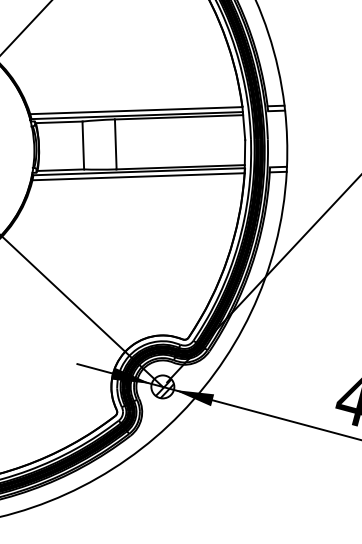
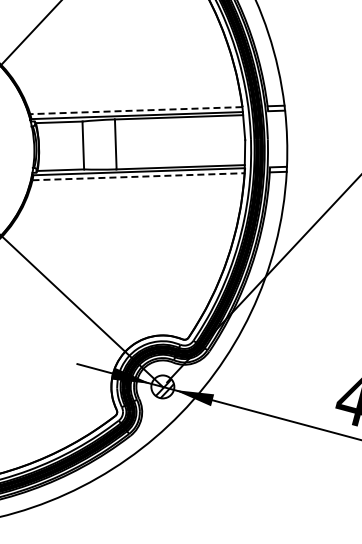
line at (26, 27) position: (26, 27) -> (31, 32)
line at (135, 110): solid -> dashed
line at (139, 176): solid -> dashed
